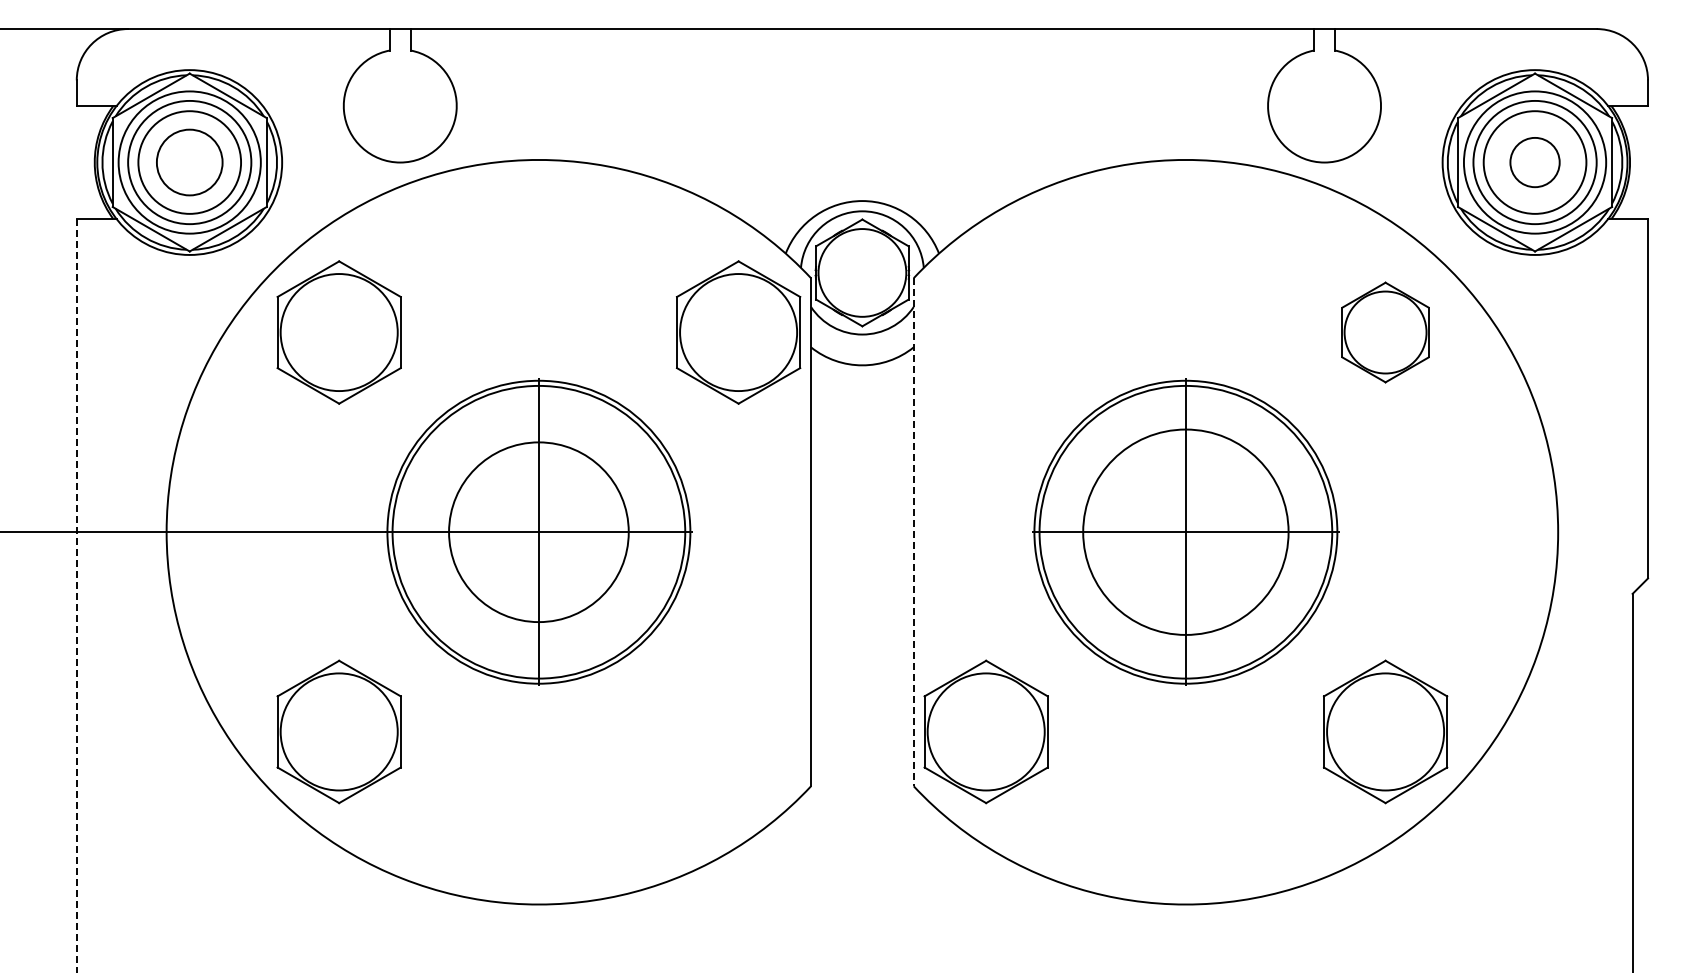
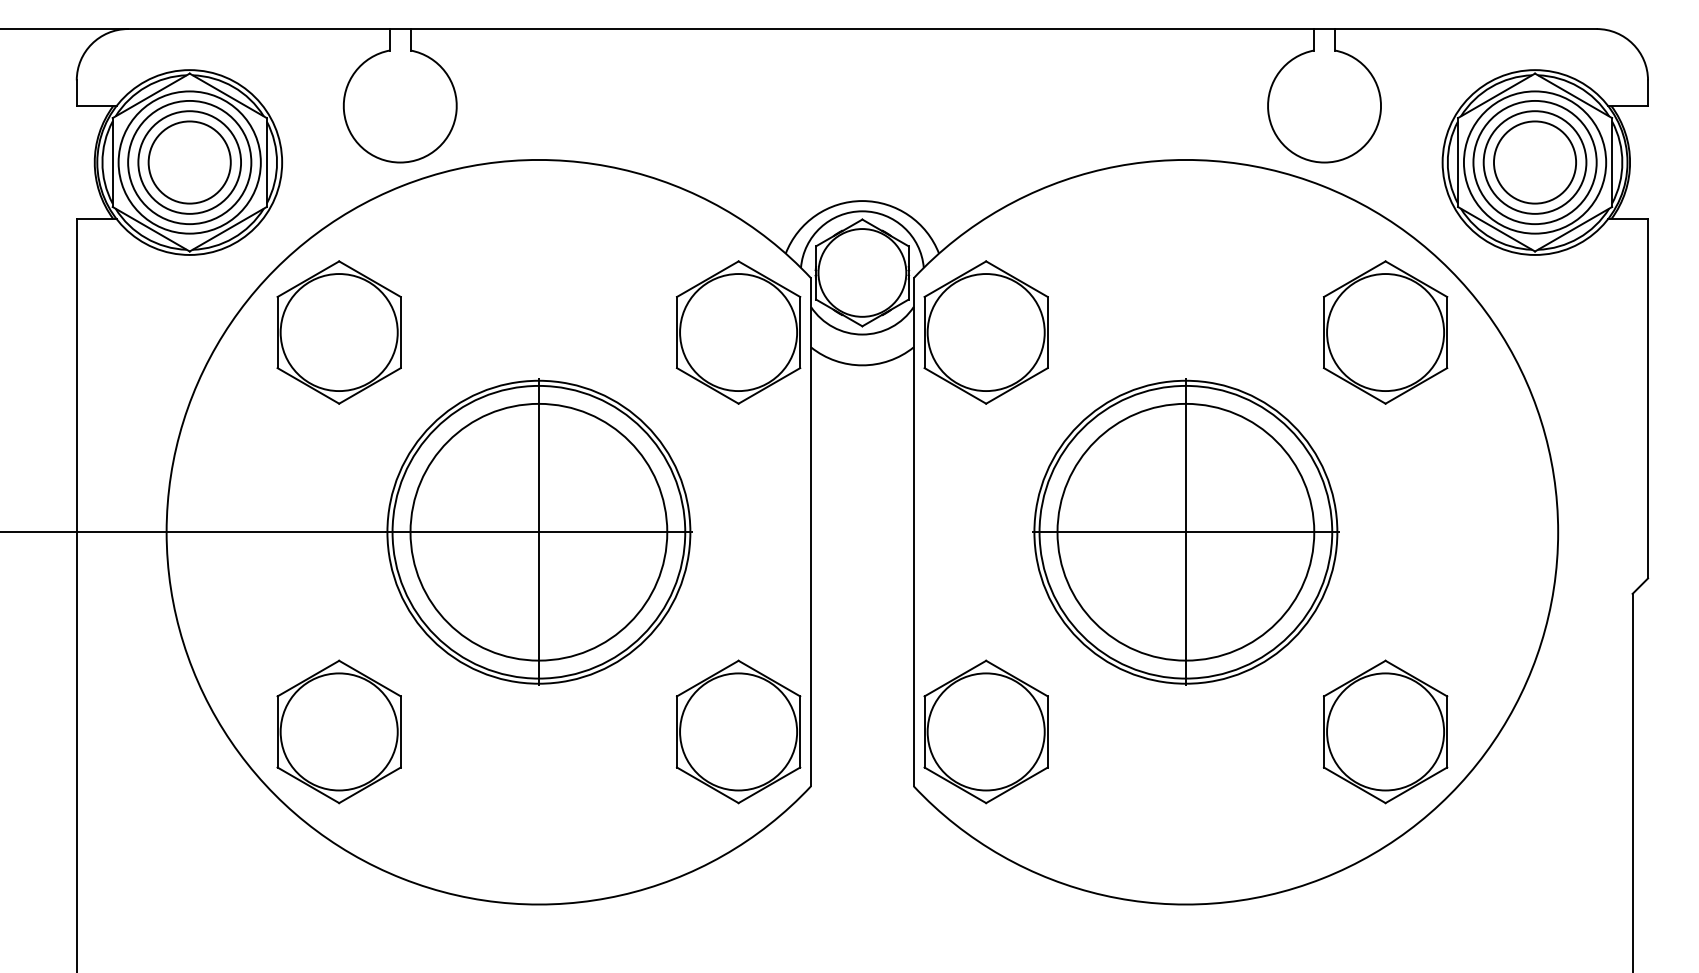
circle at (189, 162) diameter: 66 px -> 82 px
circle at (1534, 162) diameter: 49 px -> 82 px
part at (985, 332): none -> present
part at (1385, 332) size: 89x103 px -> 127x145 px
circle at (1185, 531) diameter: 205 px -> 257 px
circle at (538, 532) diameter: 180 px -> 257 px
line at (913, 532): dashed -> solid
line at (76, 595): dashed -> solid
part at (738, 731): none -> present
